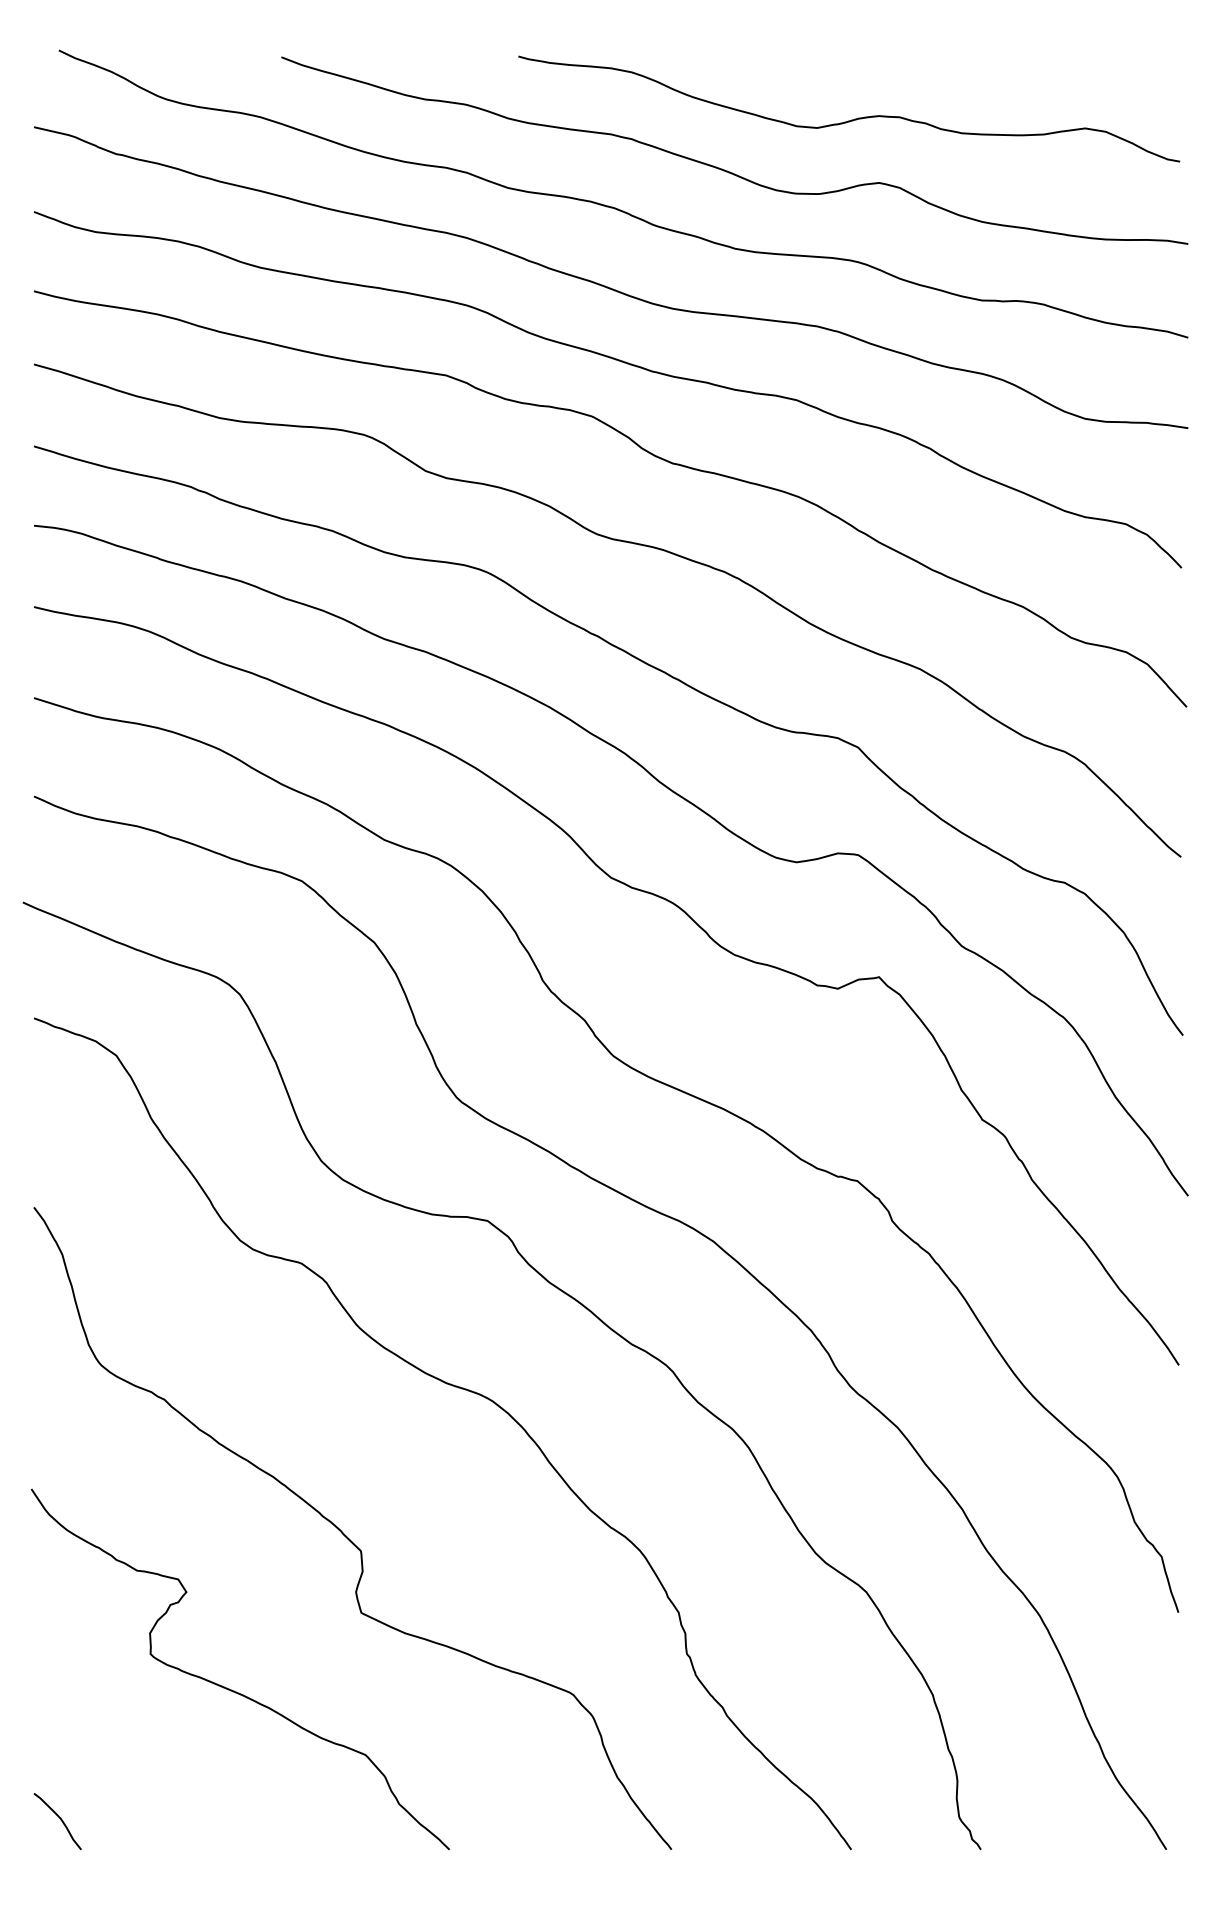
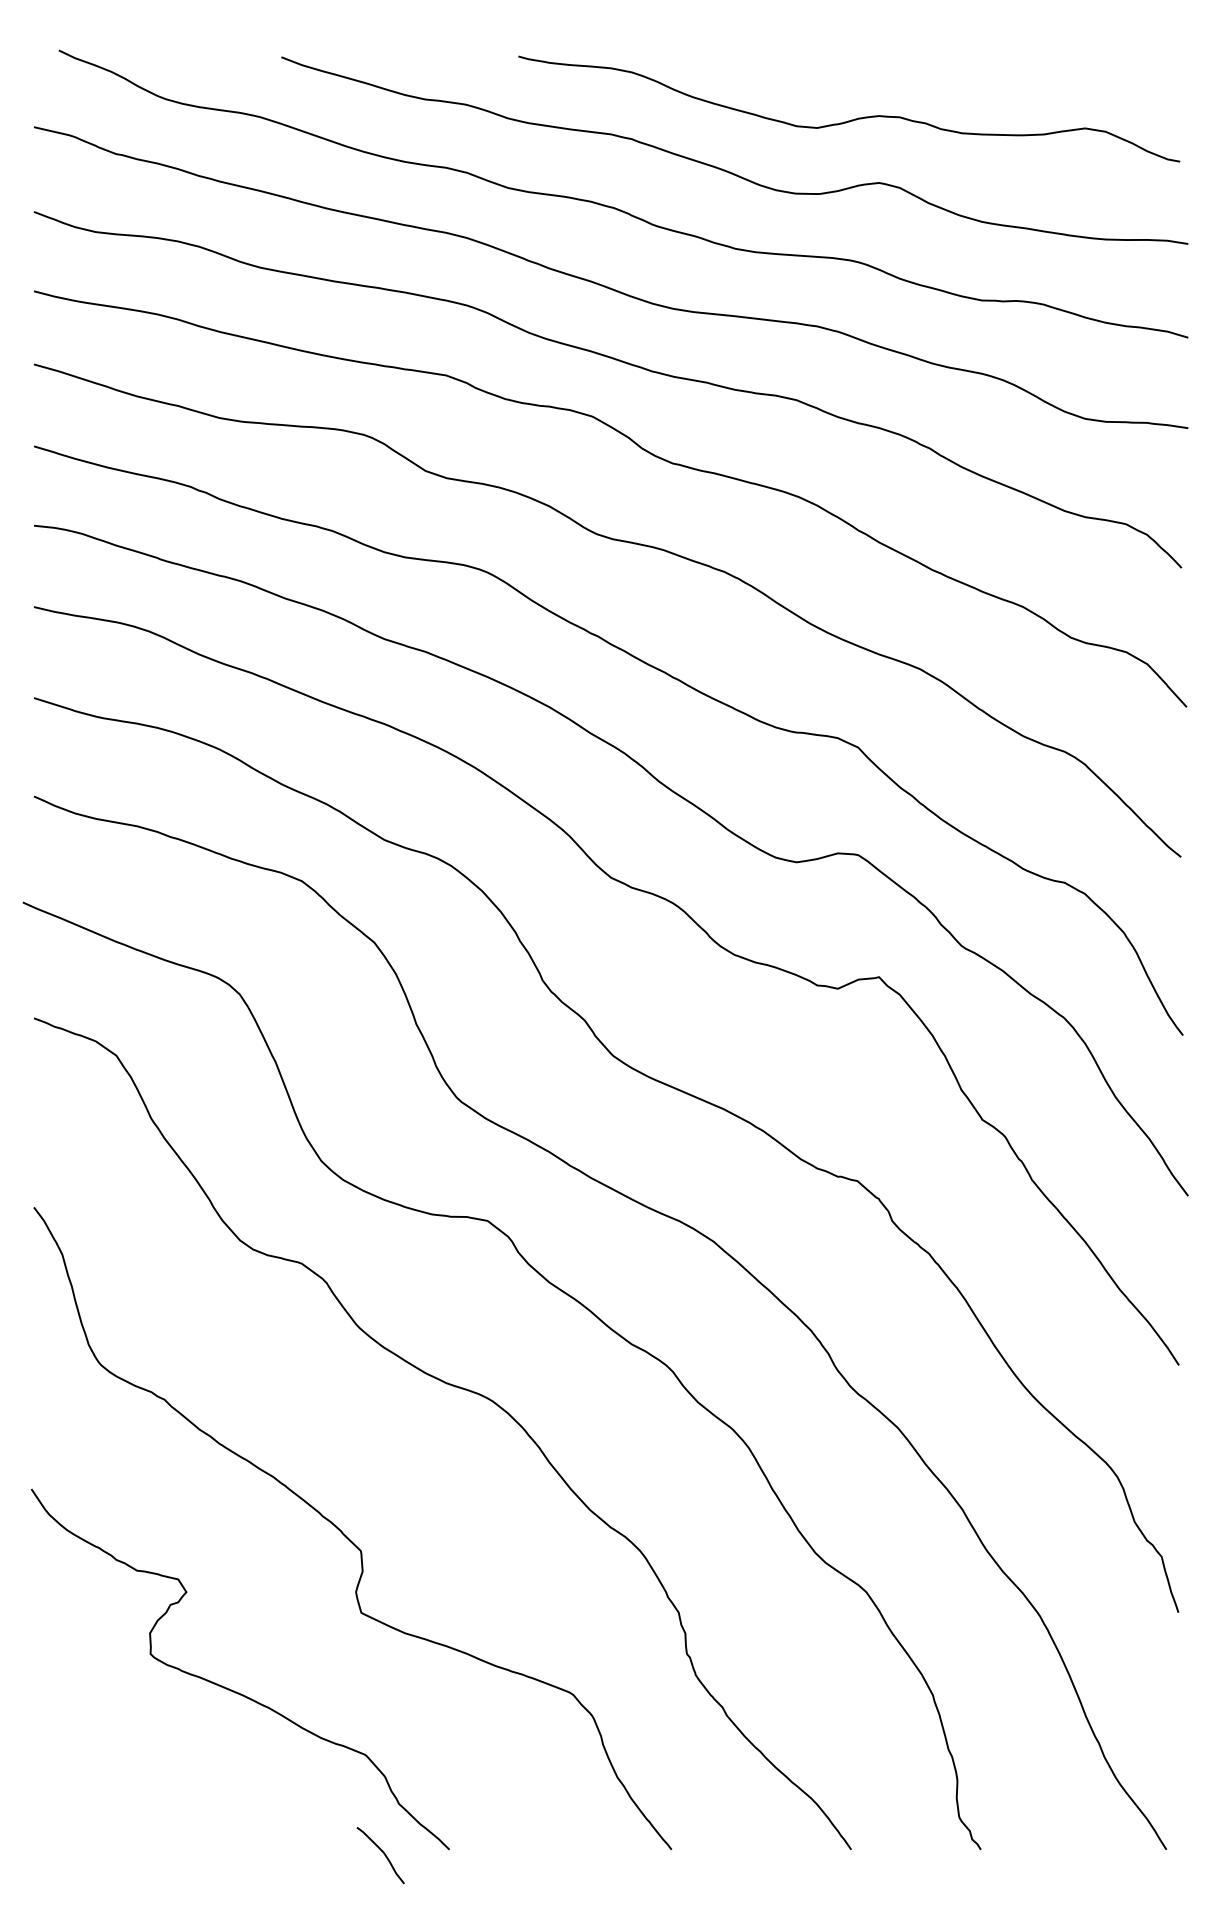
curve at (60, 1820) position: (60, 1820) -> (383, 1854)
